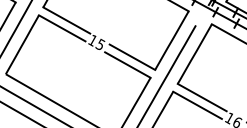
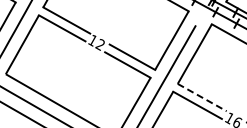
text at (100, 44): 15 -> 12
line at (202, 97): solid -> dashed
